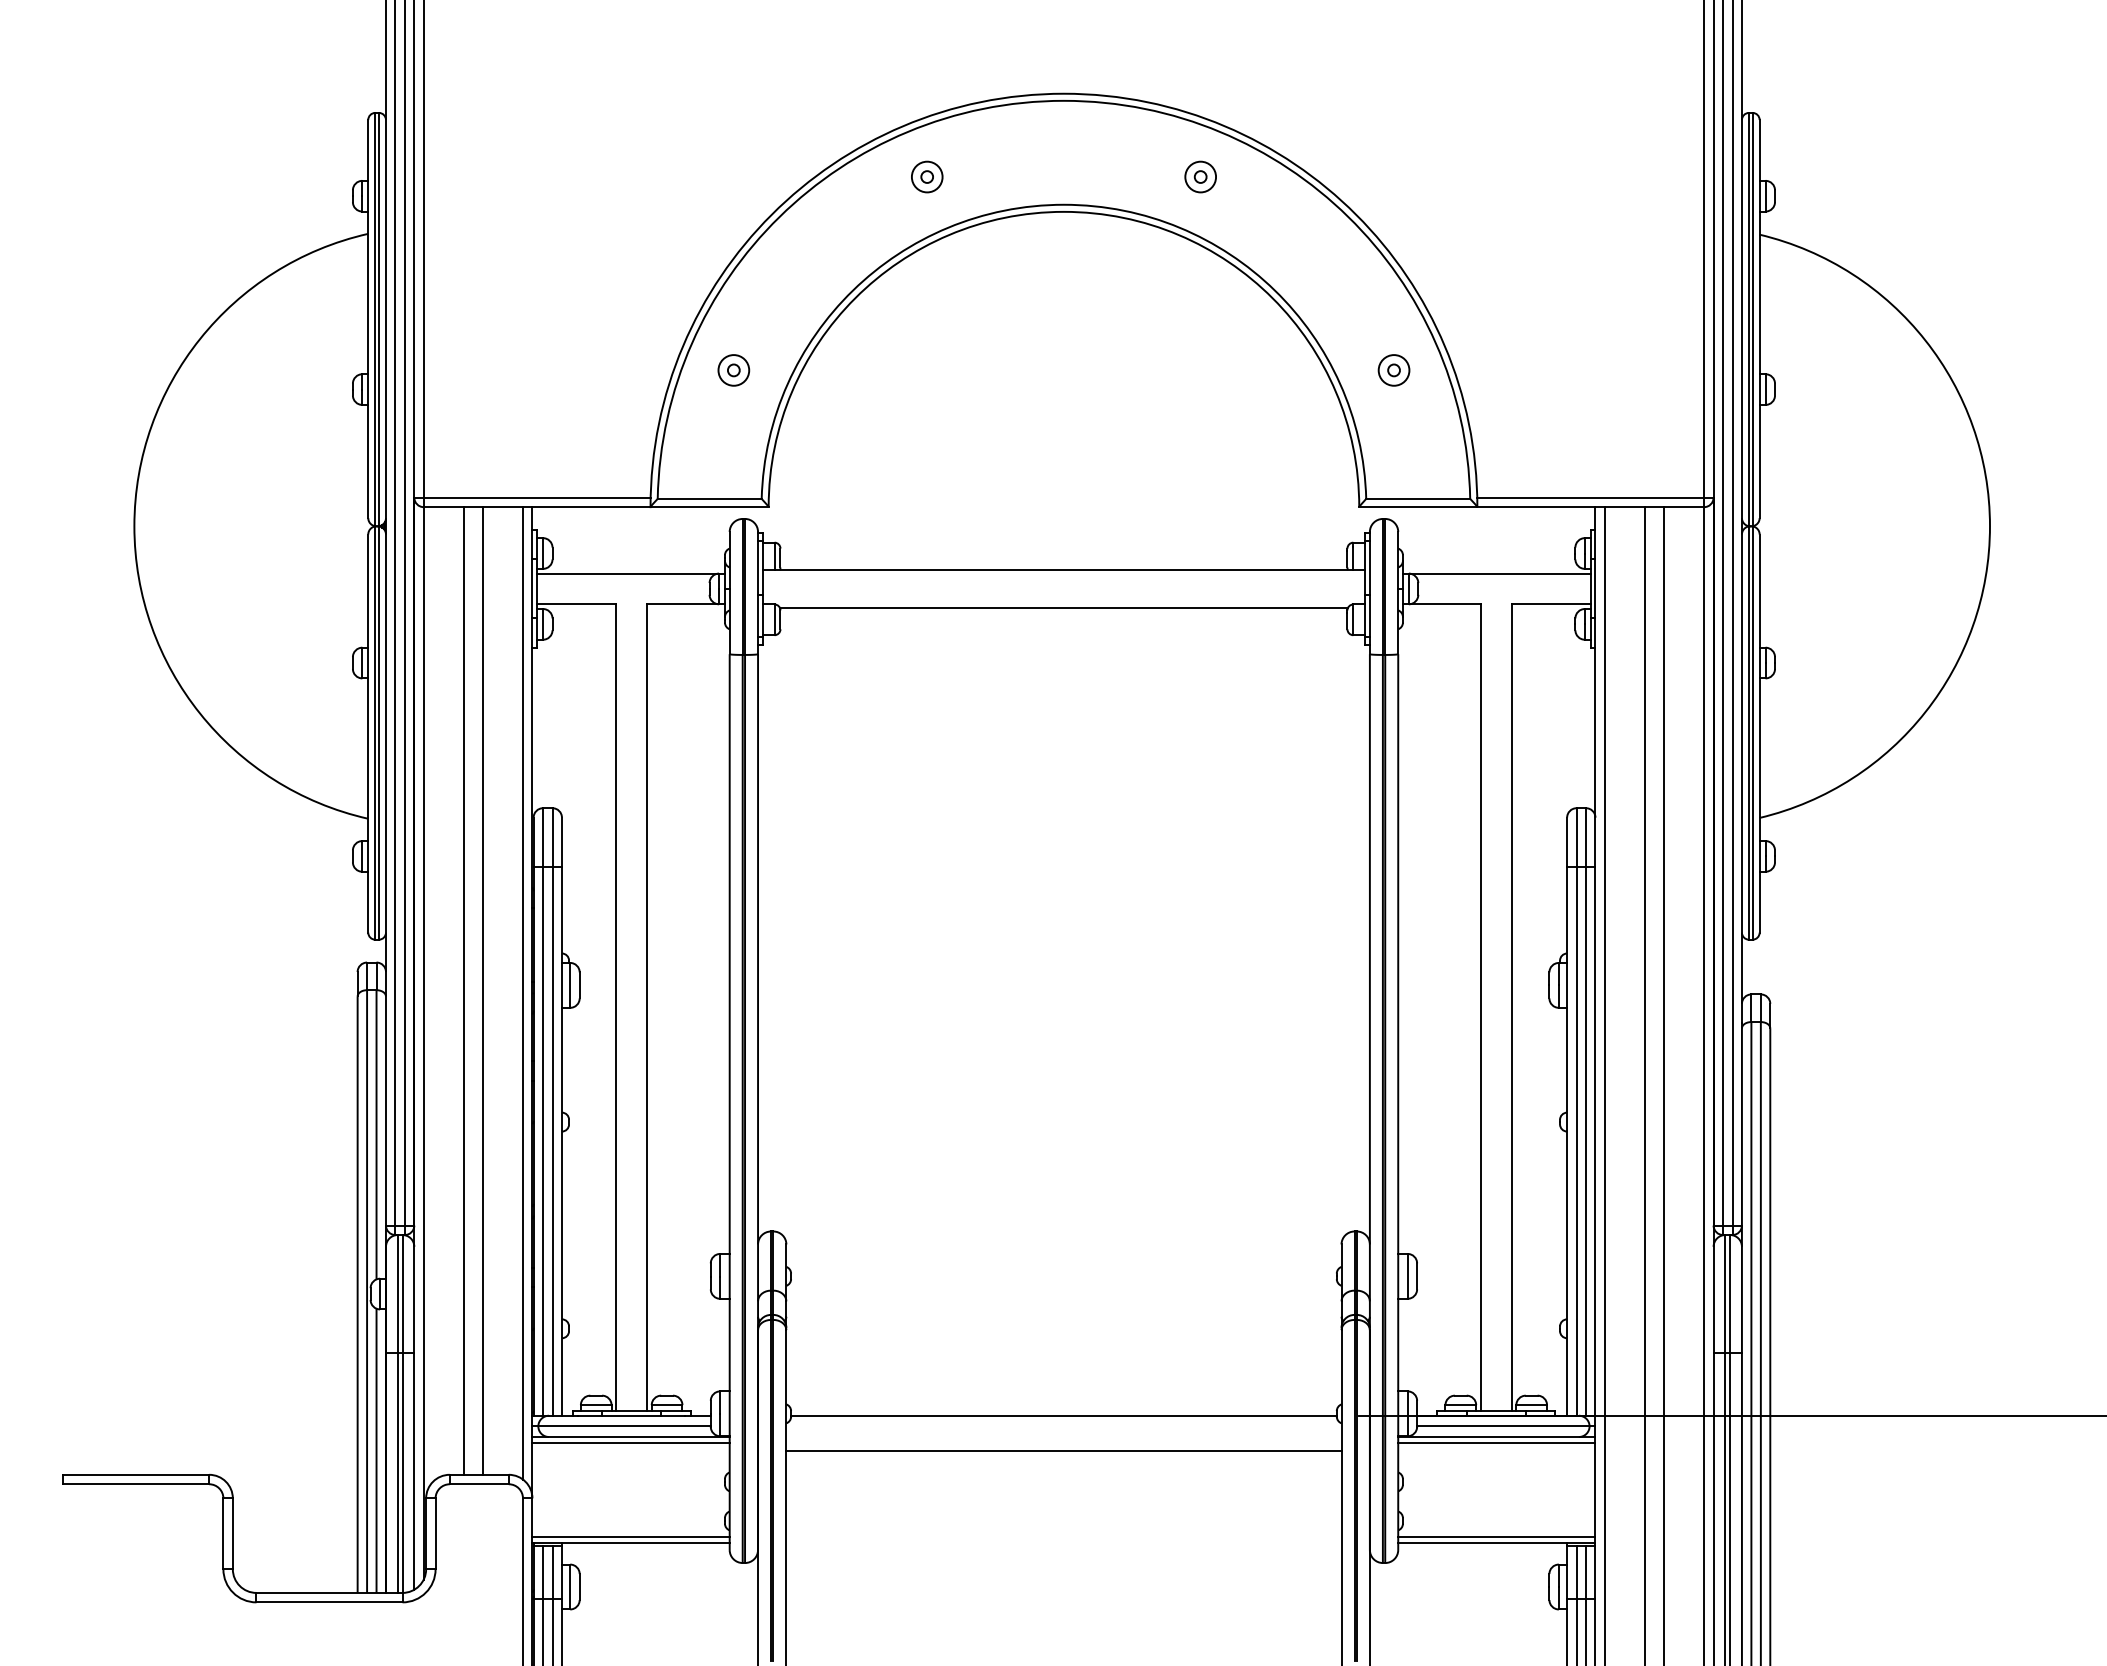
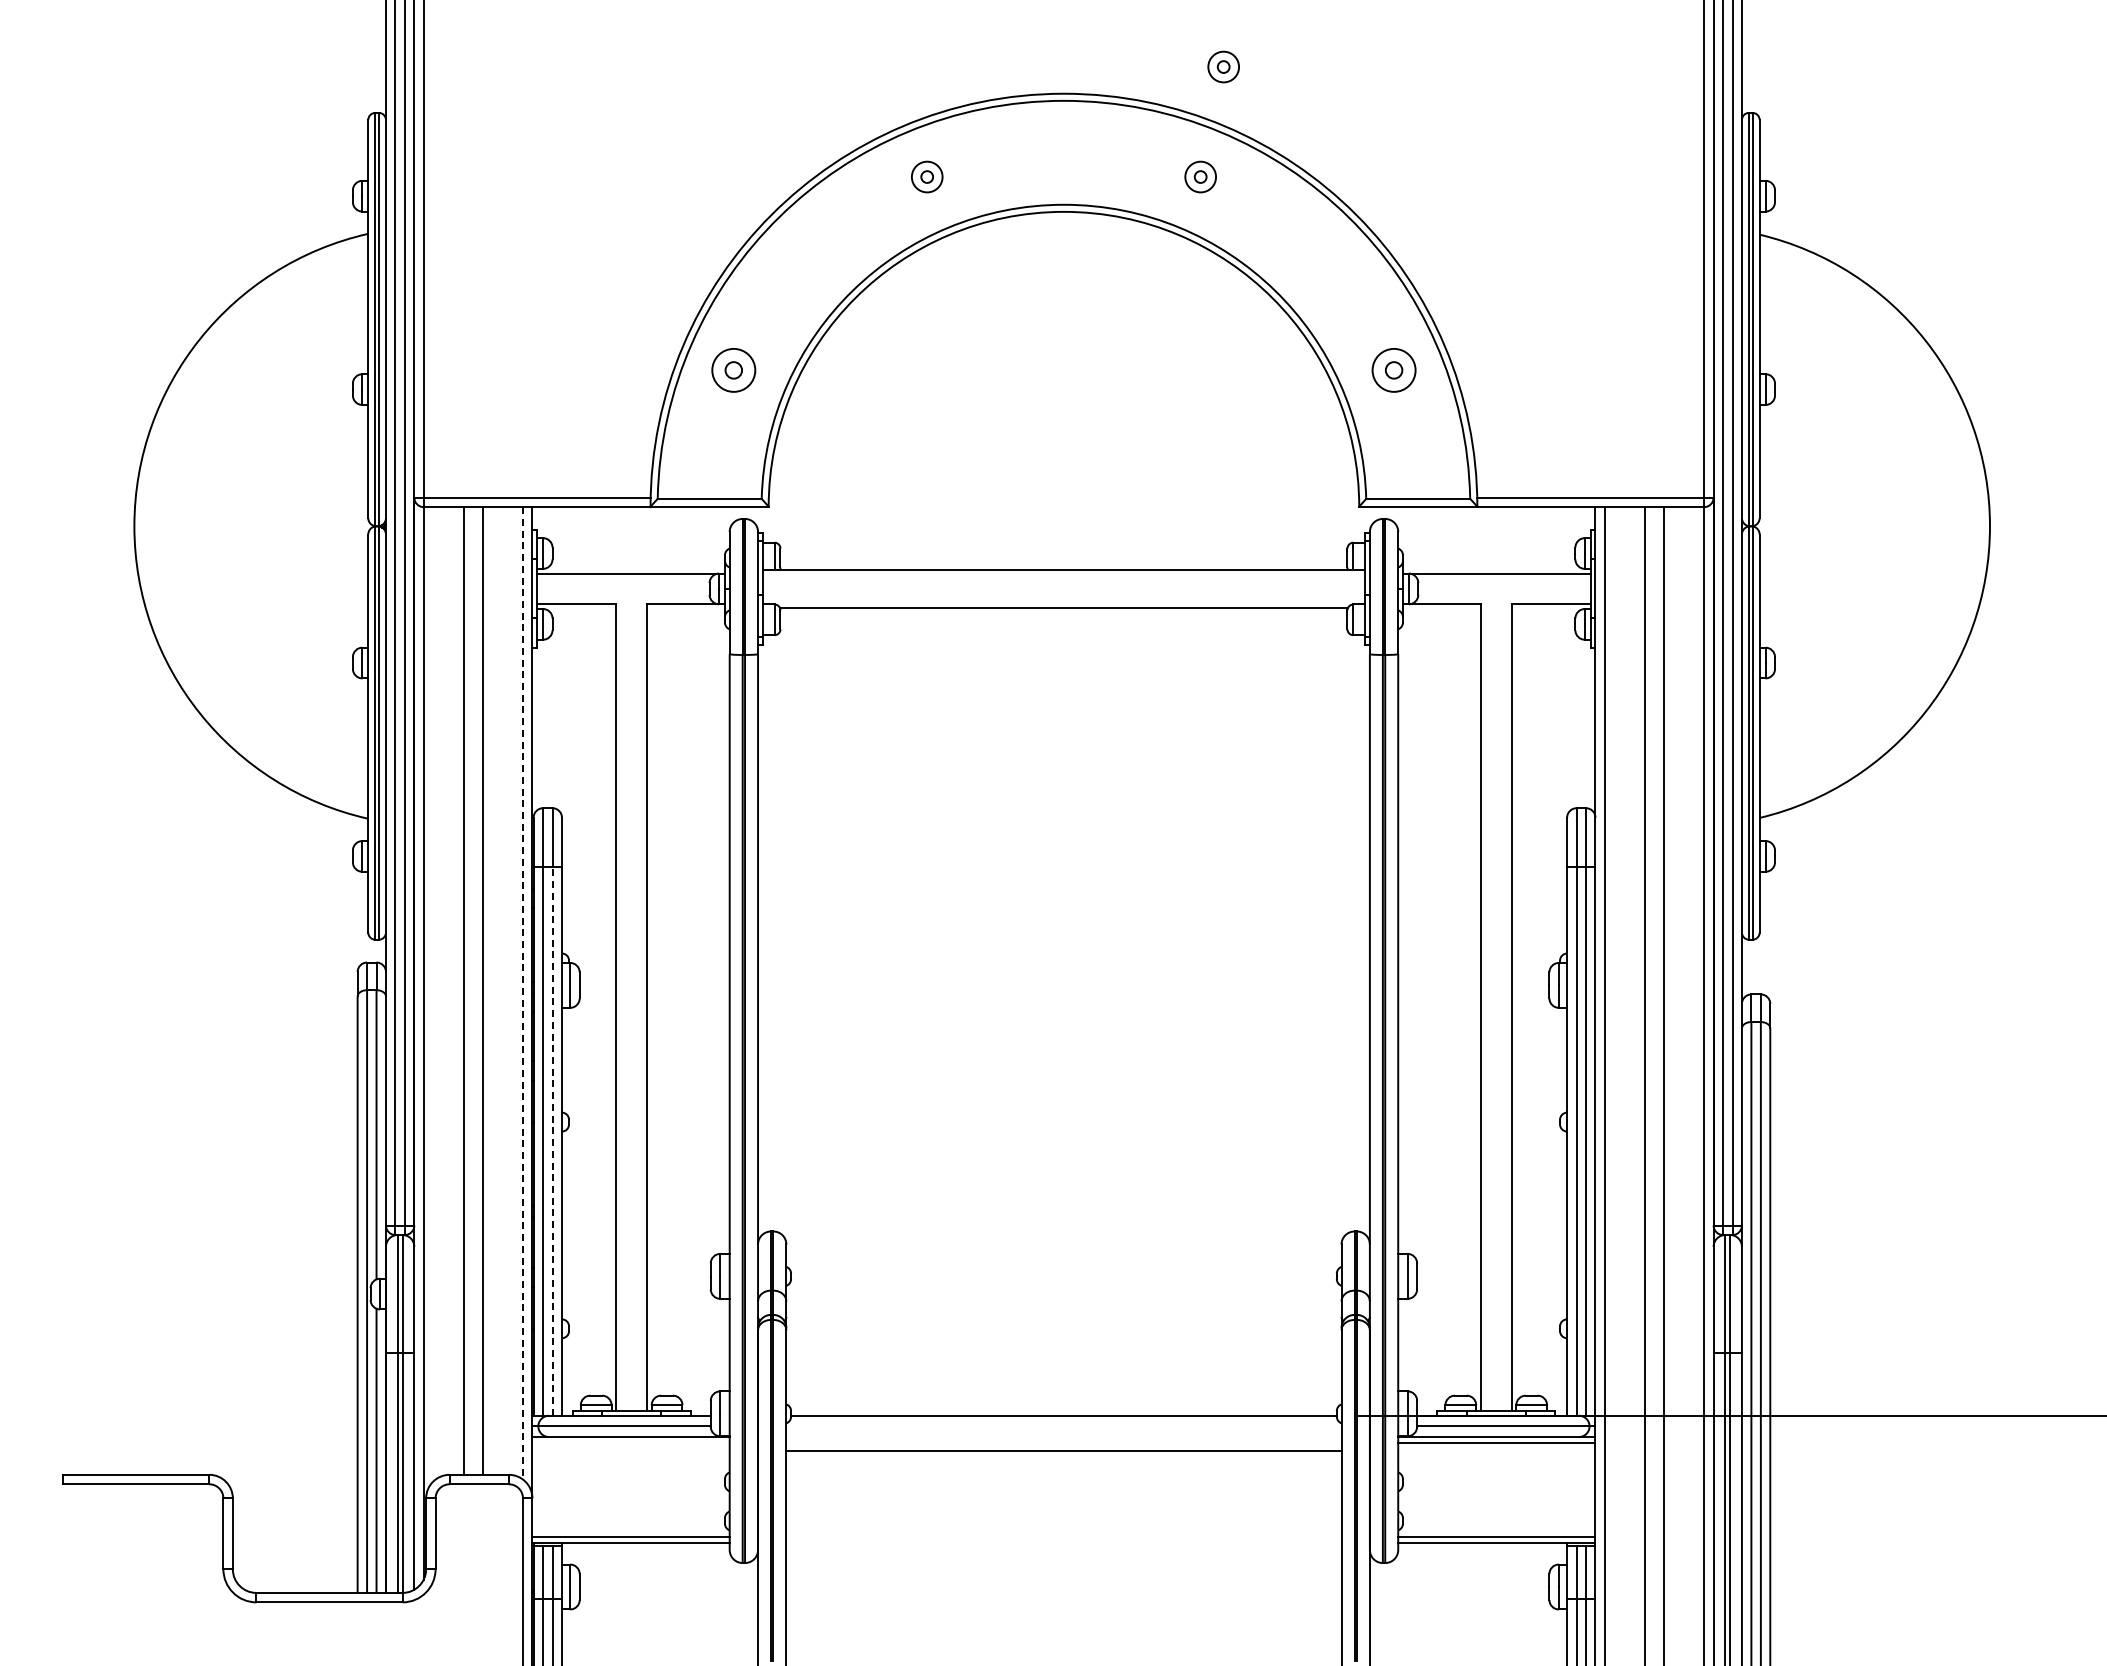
part at (1223, 66): none -> present
part at (733, 370) size: 34x33 px -> 46x45 px
part at (1393, 370) size: 34x33 px -> 46x45 px
line at (523, 993): solid -> dashed
line at (552, 1141): solid -> dashed
line at (630, 1442): present -> none
